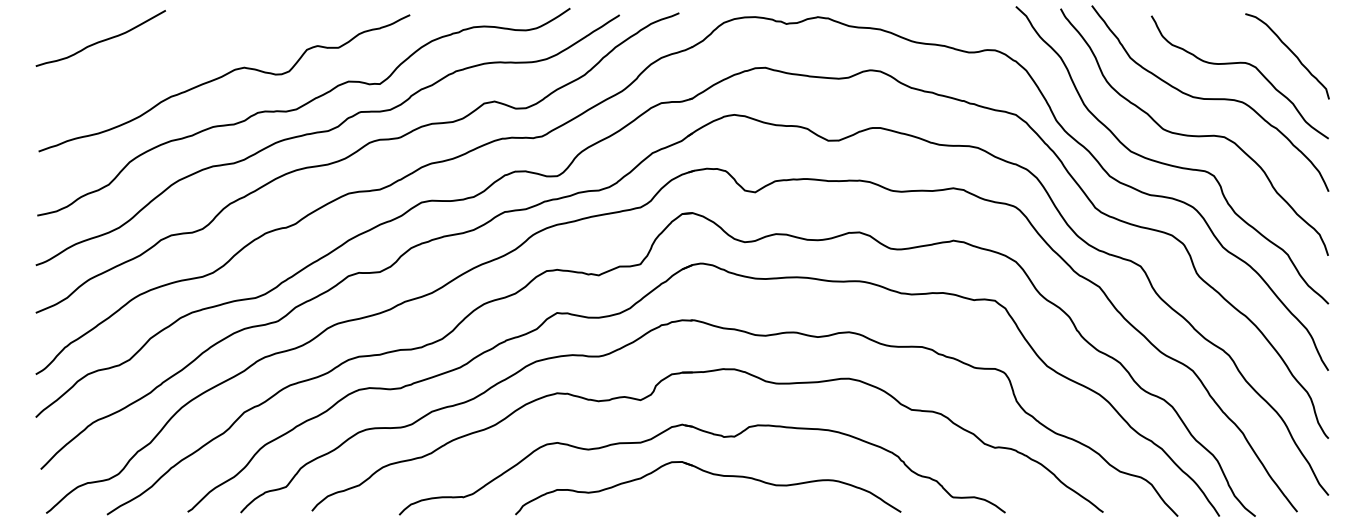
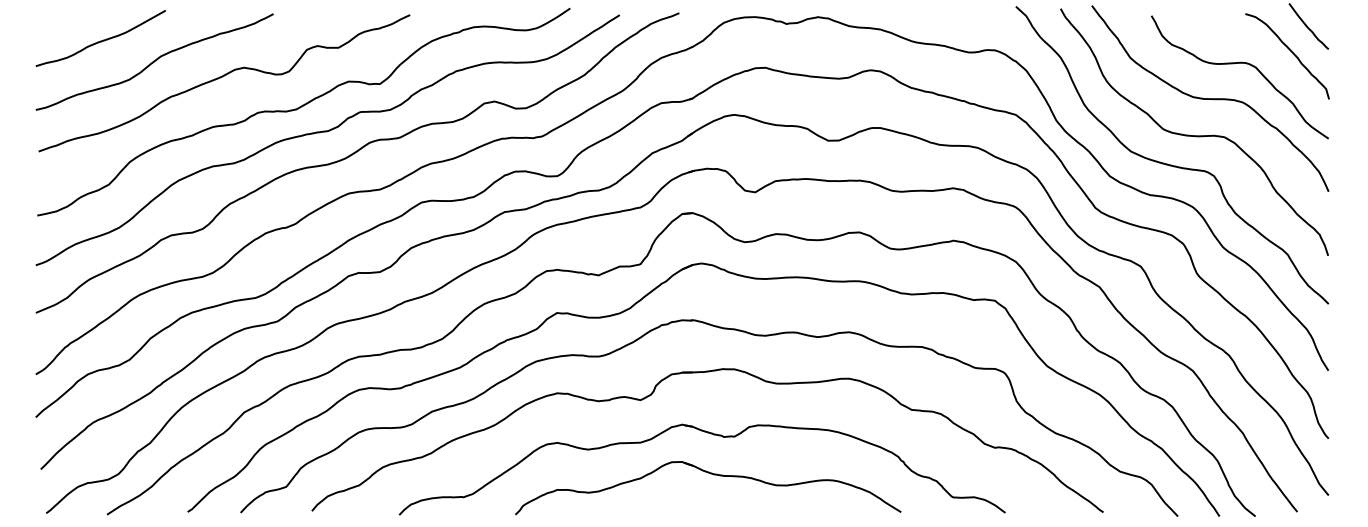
curve at (1308, 26): none -> present
curve at (154, 61): none -> present
